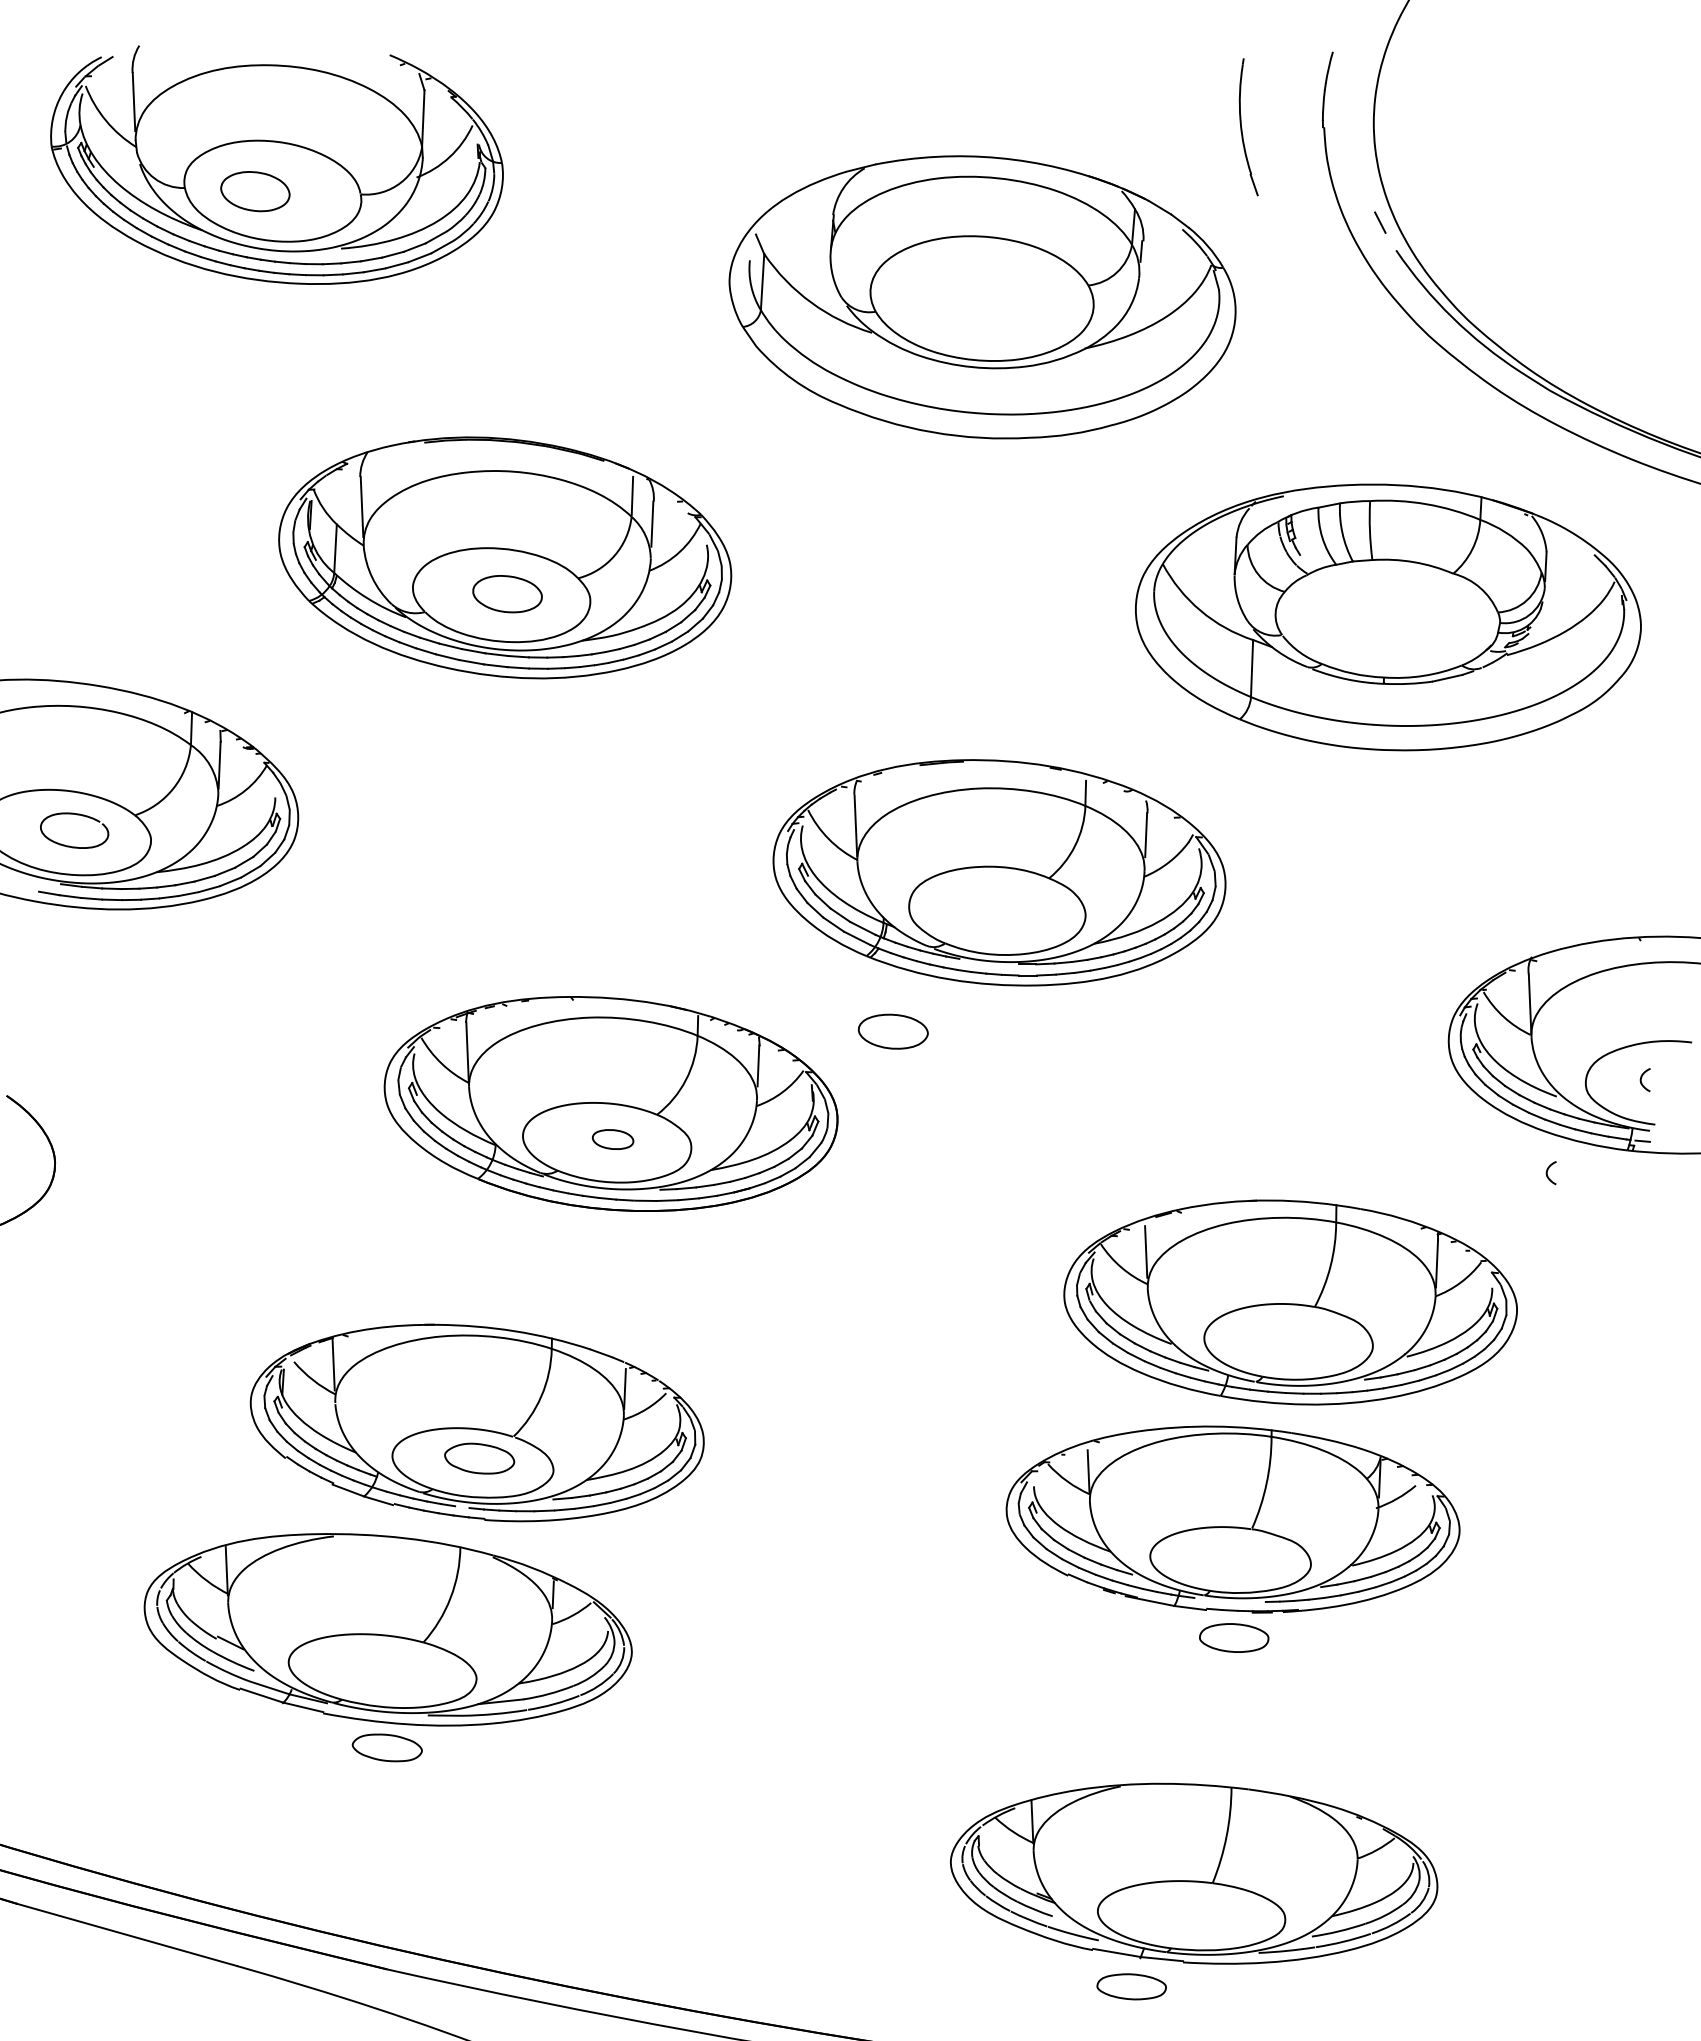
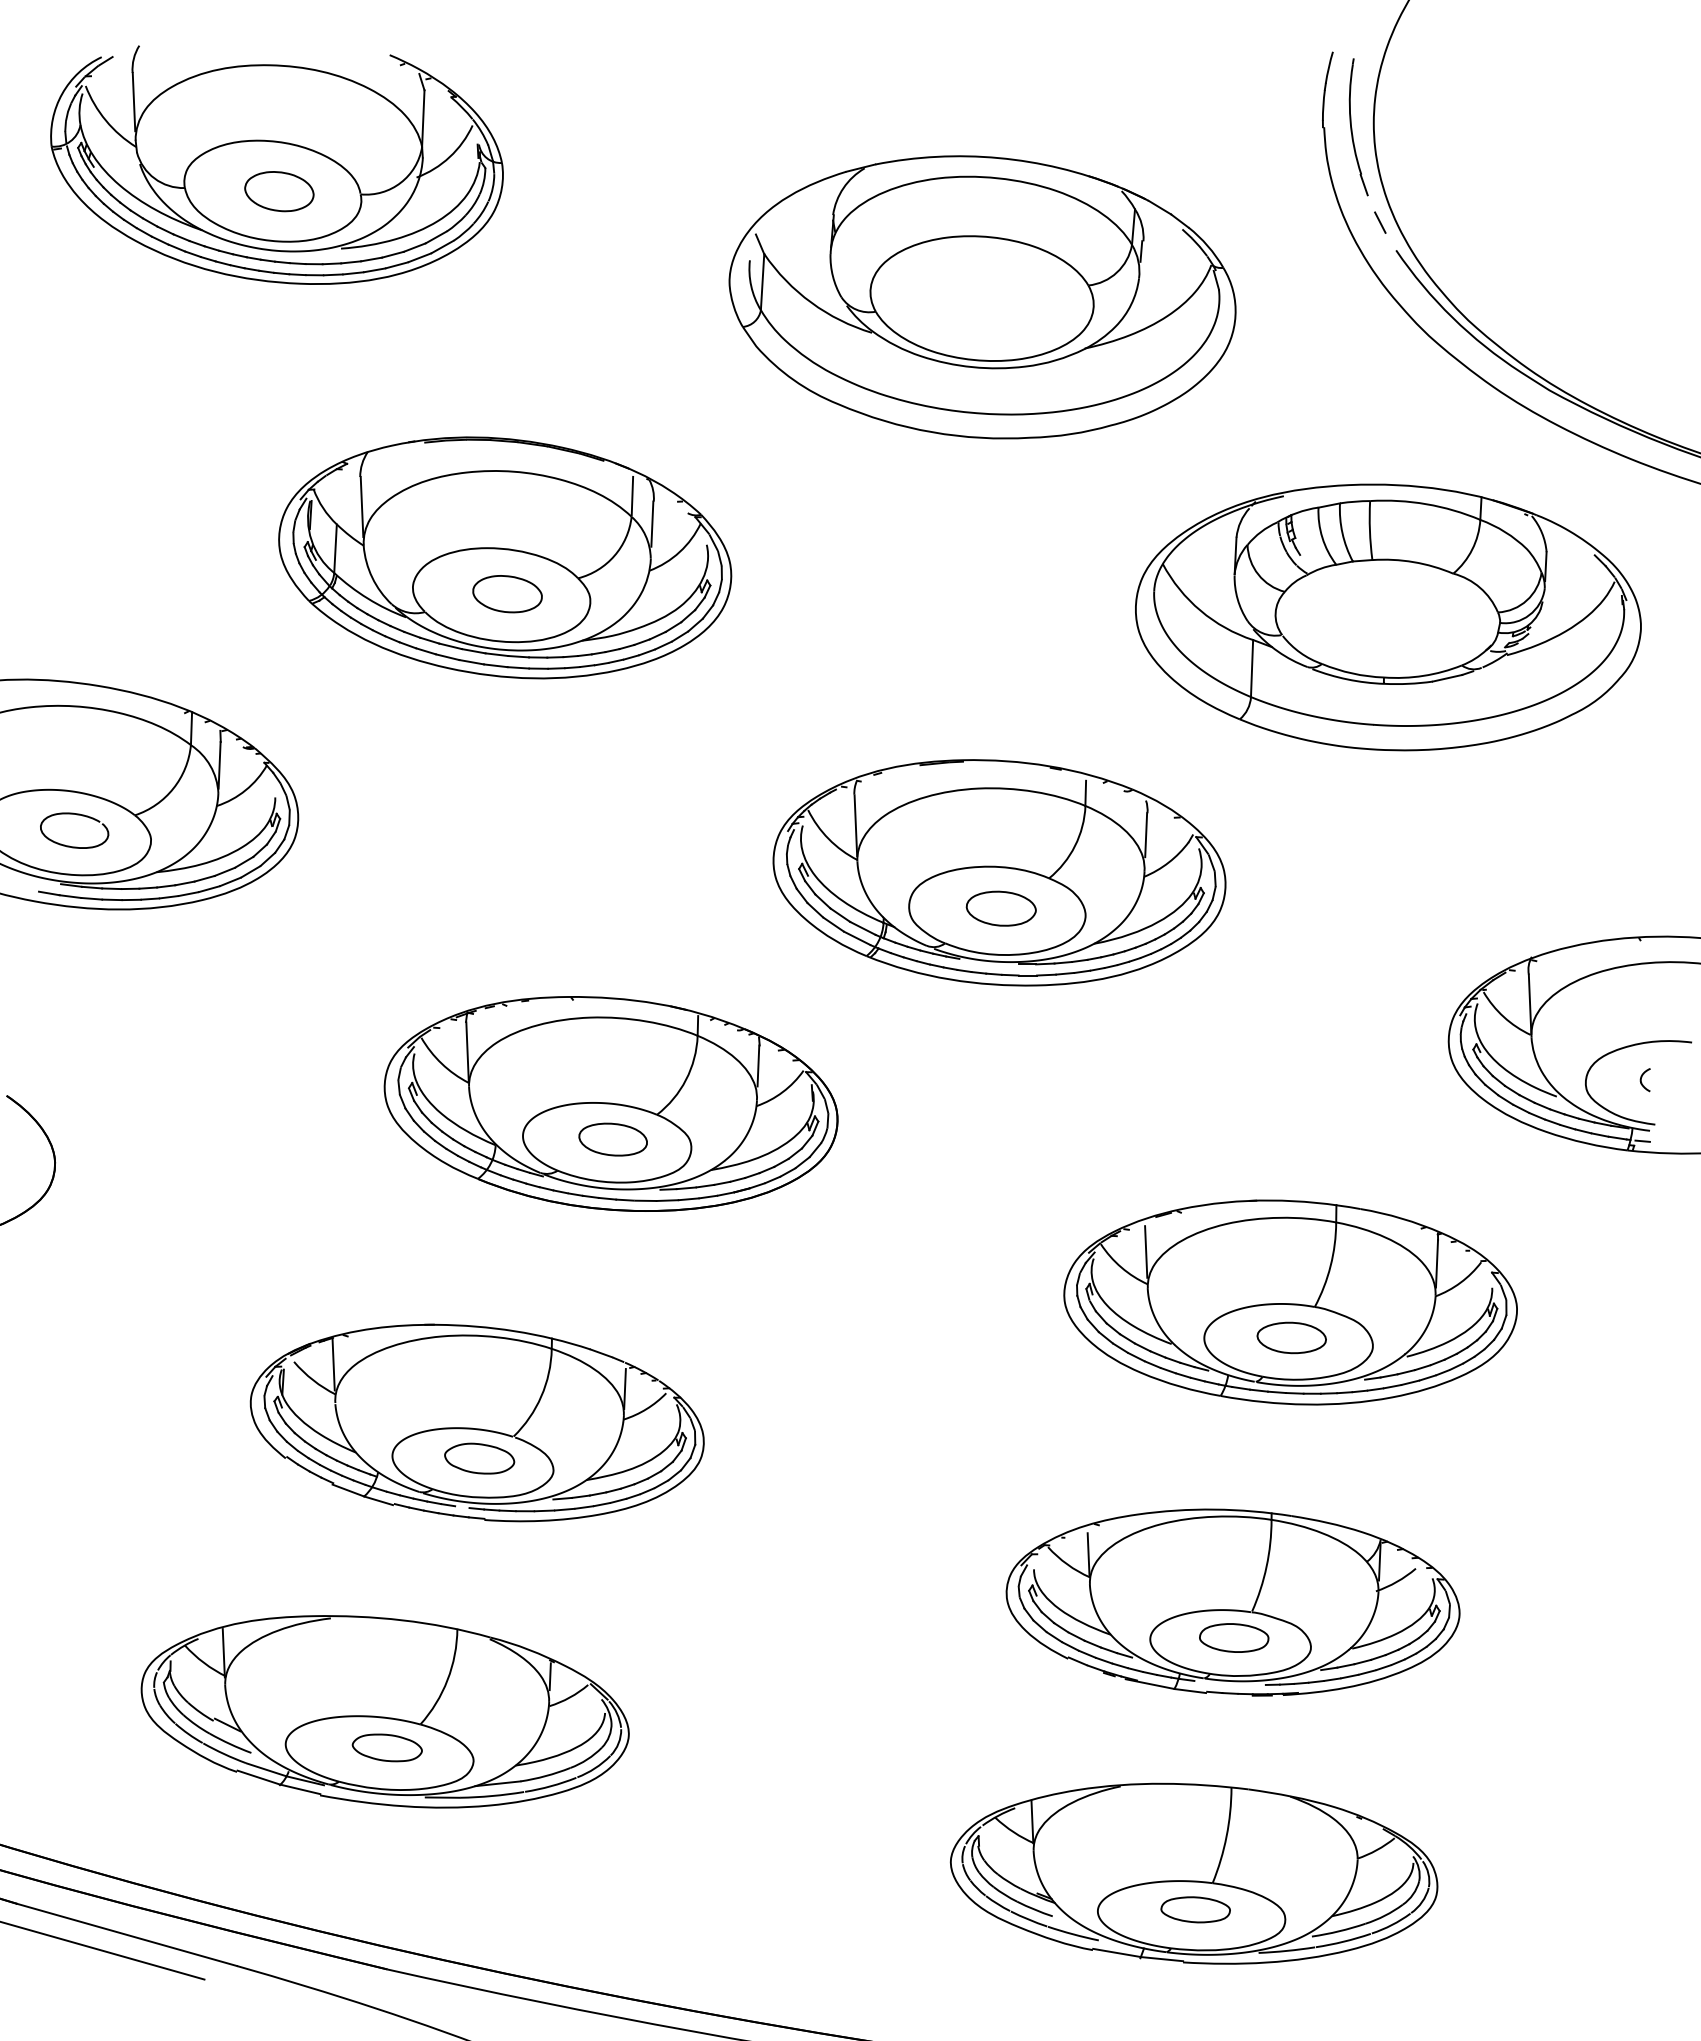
part at (1248, 127) position: (1248, 127) -> (1358, 127)
part at (255, 191) position: (255, 191) -> (279, 191)
part at (892, 1031) position: (892, 1031) -> (1000, 908)
part at (612, 1139) size: 44x21 px -> 70x35 px
curve at (1548, 1175): present -> none
curve at (1291, 1323): none -> present
part at (1232, 1519) position: (1232, 1519) -> (1232, 1602)
part at (387, 1629) position: (387, 1629) -> (384, 1711)
line at (103, 1950): none -> present
part at (1131, 1986) position: (1131, 1986) -> (1195, 1909)
